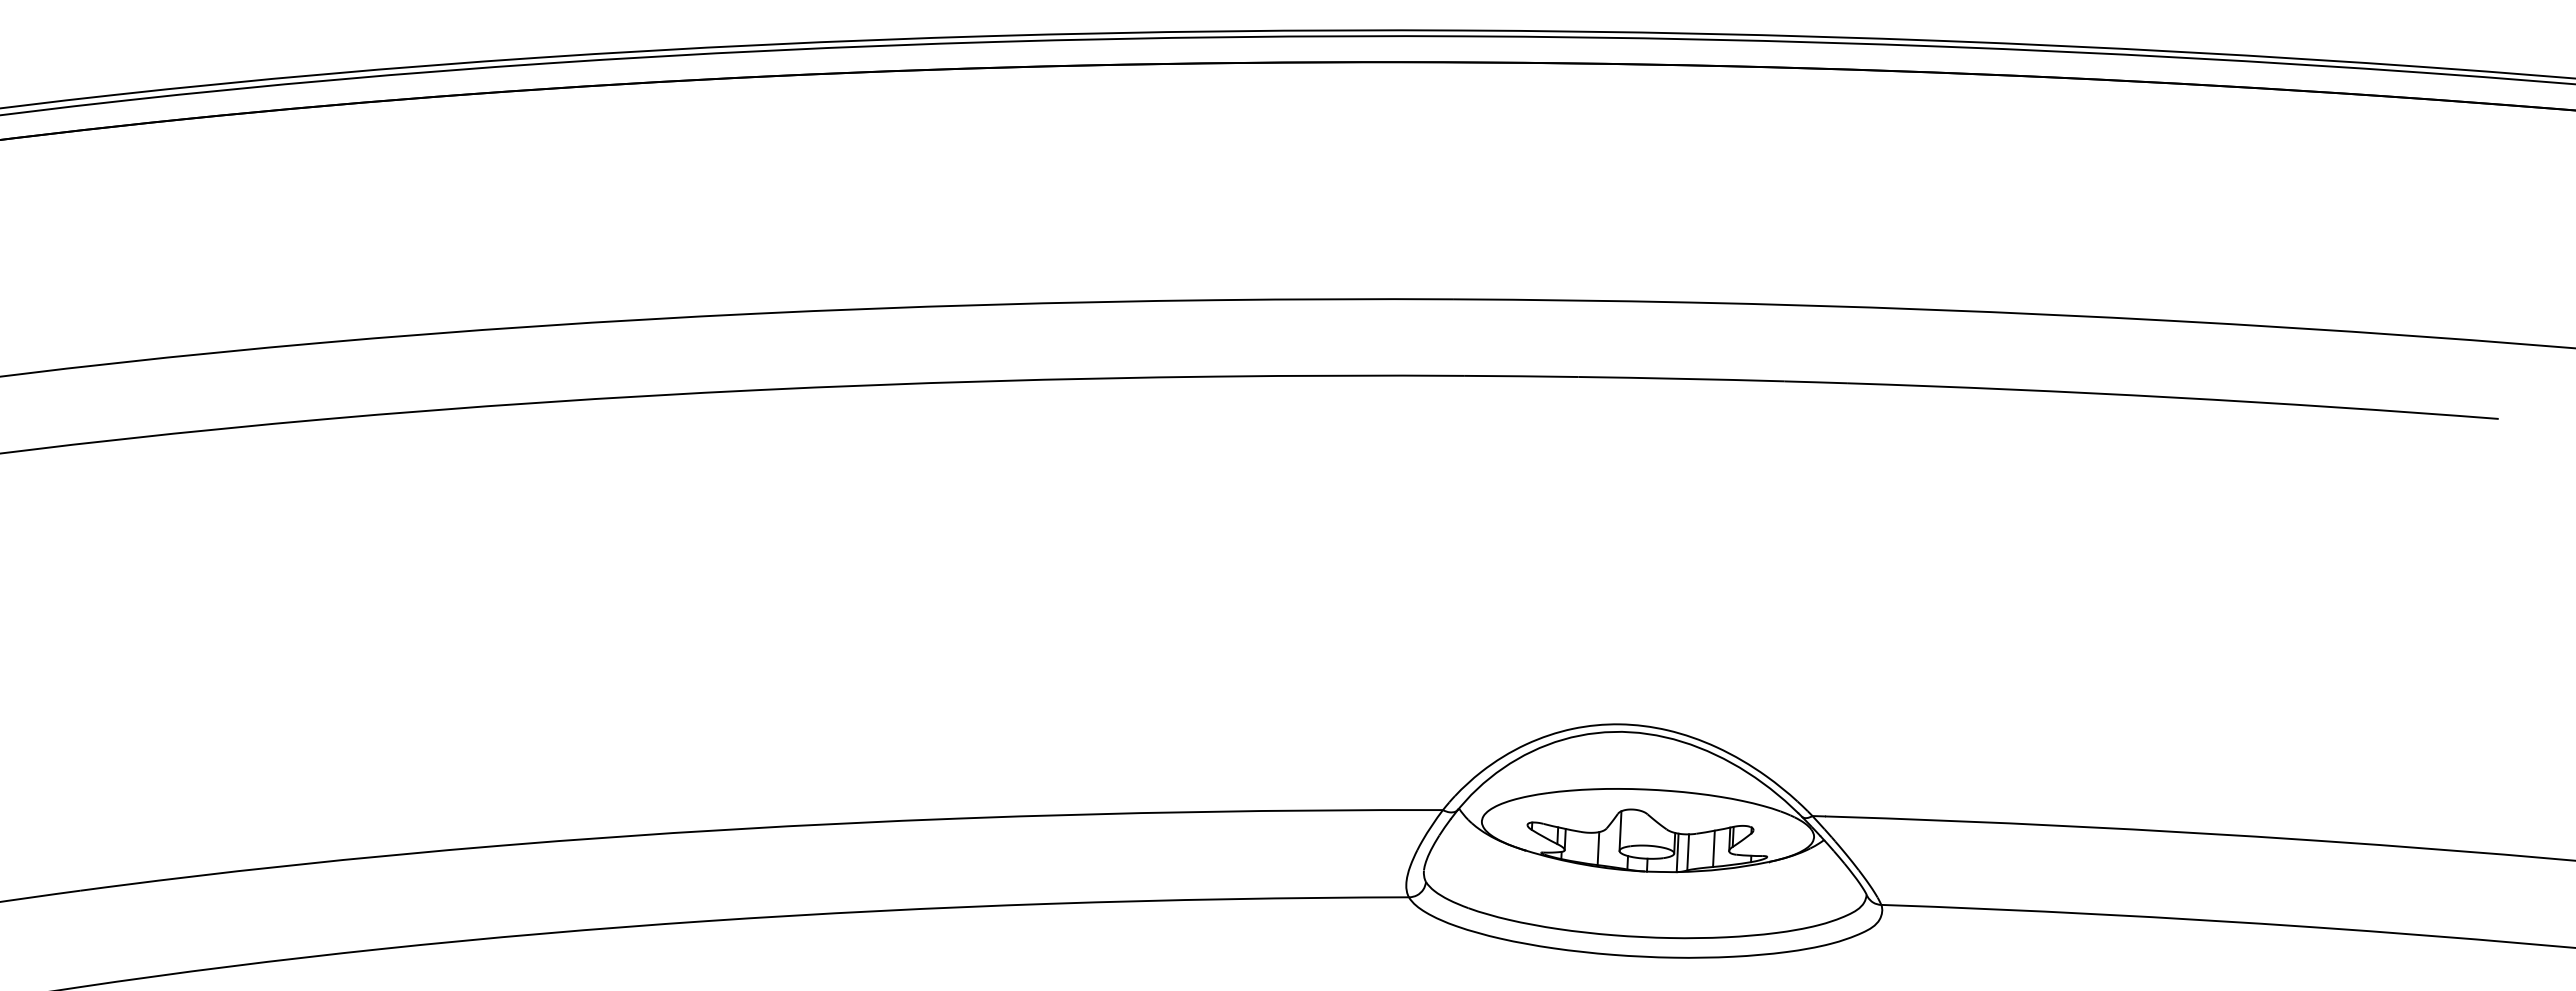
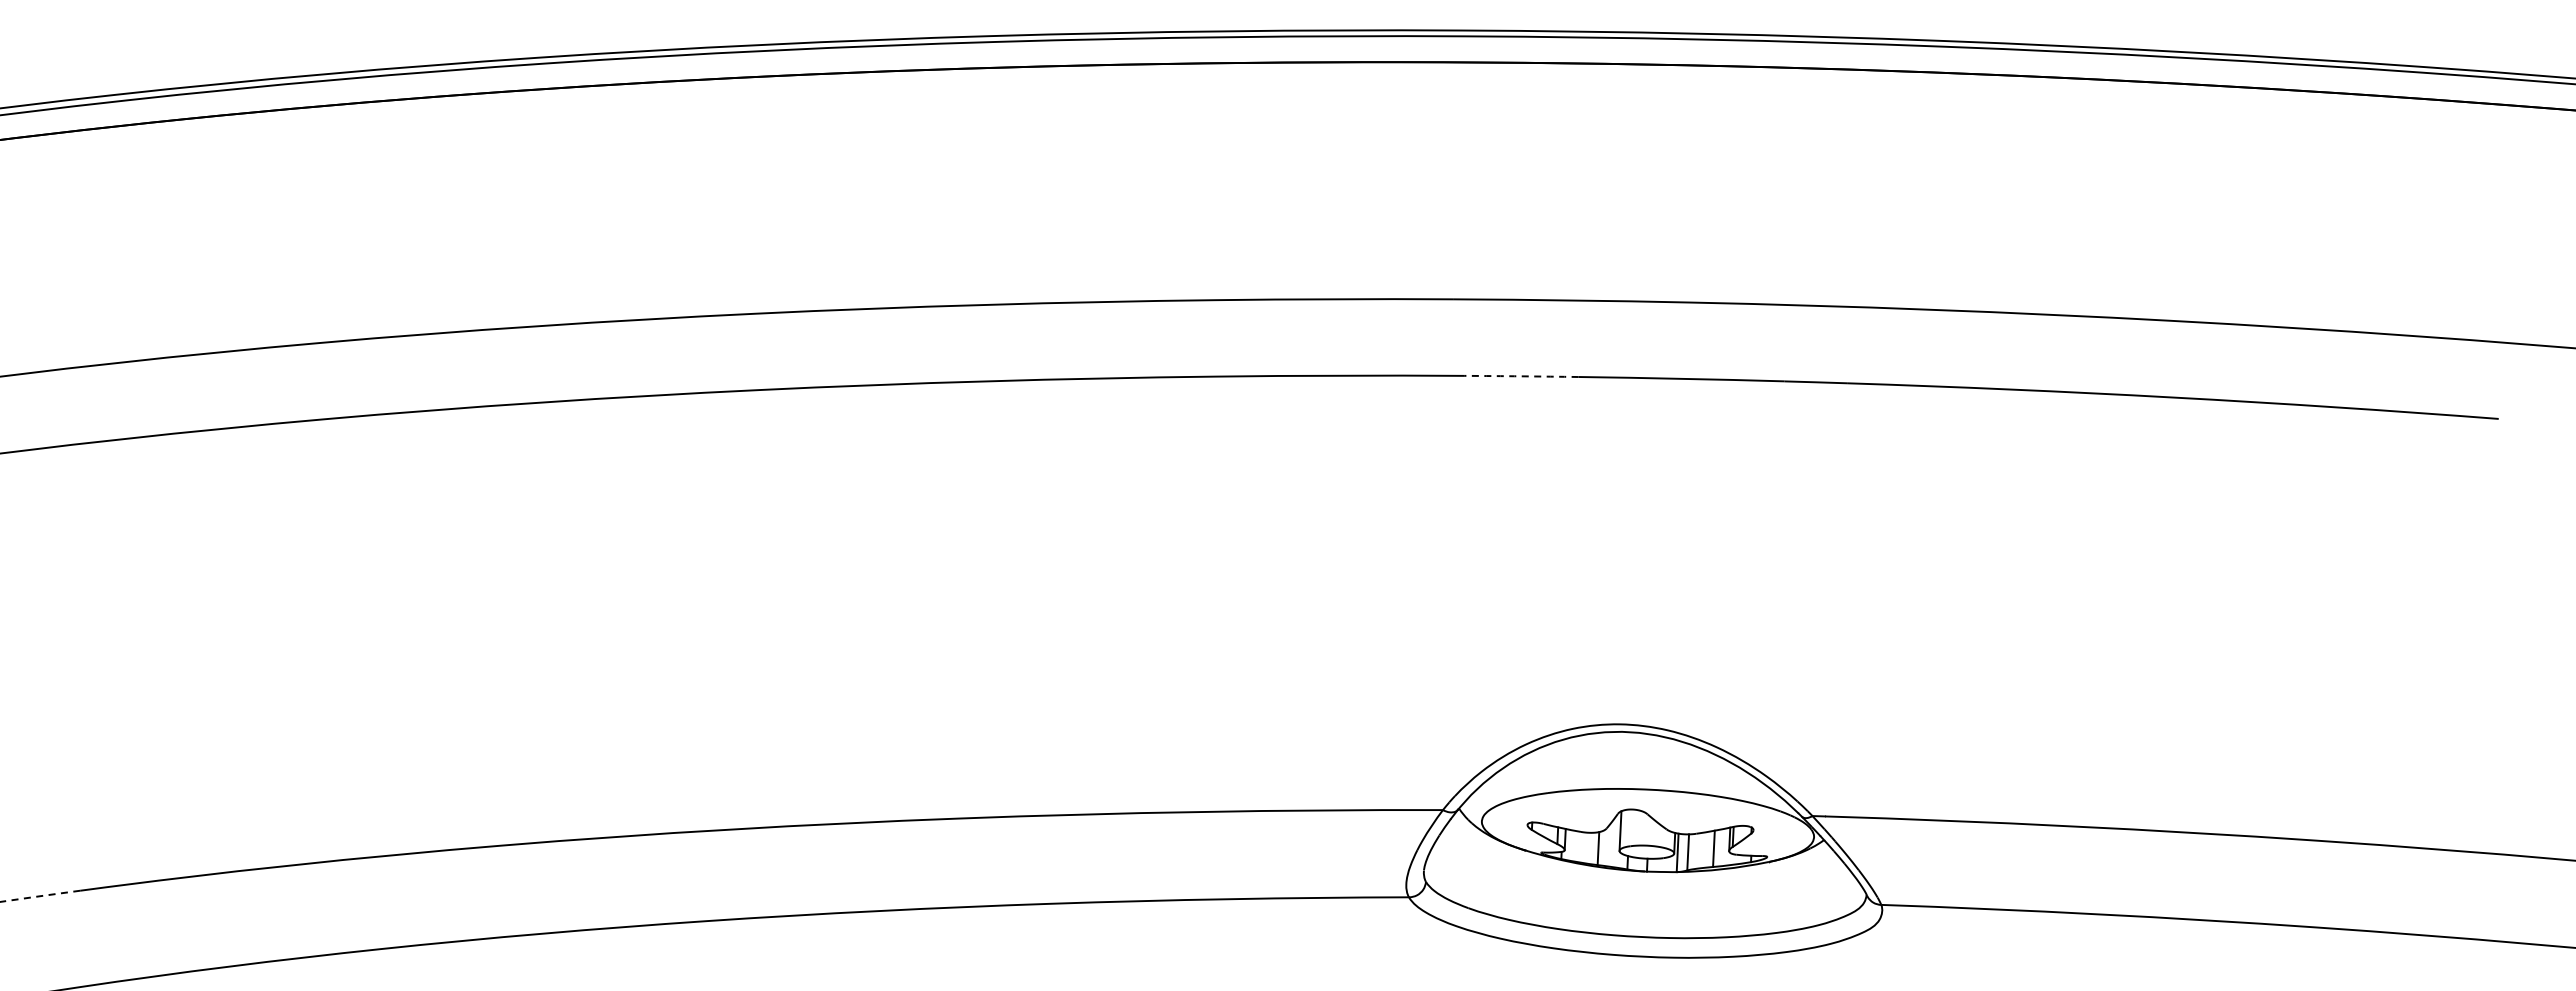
arc at (1521, 376): solid -> dashed
arc at (39, 896): solid -> dashed
